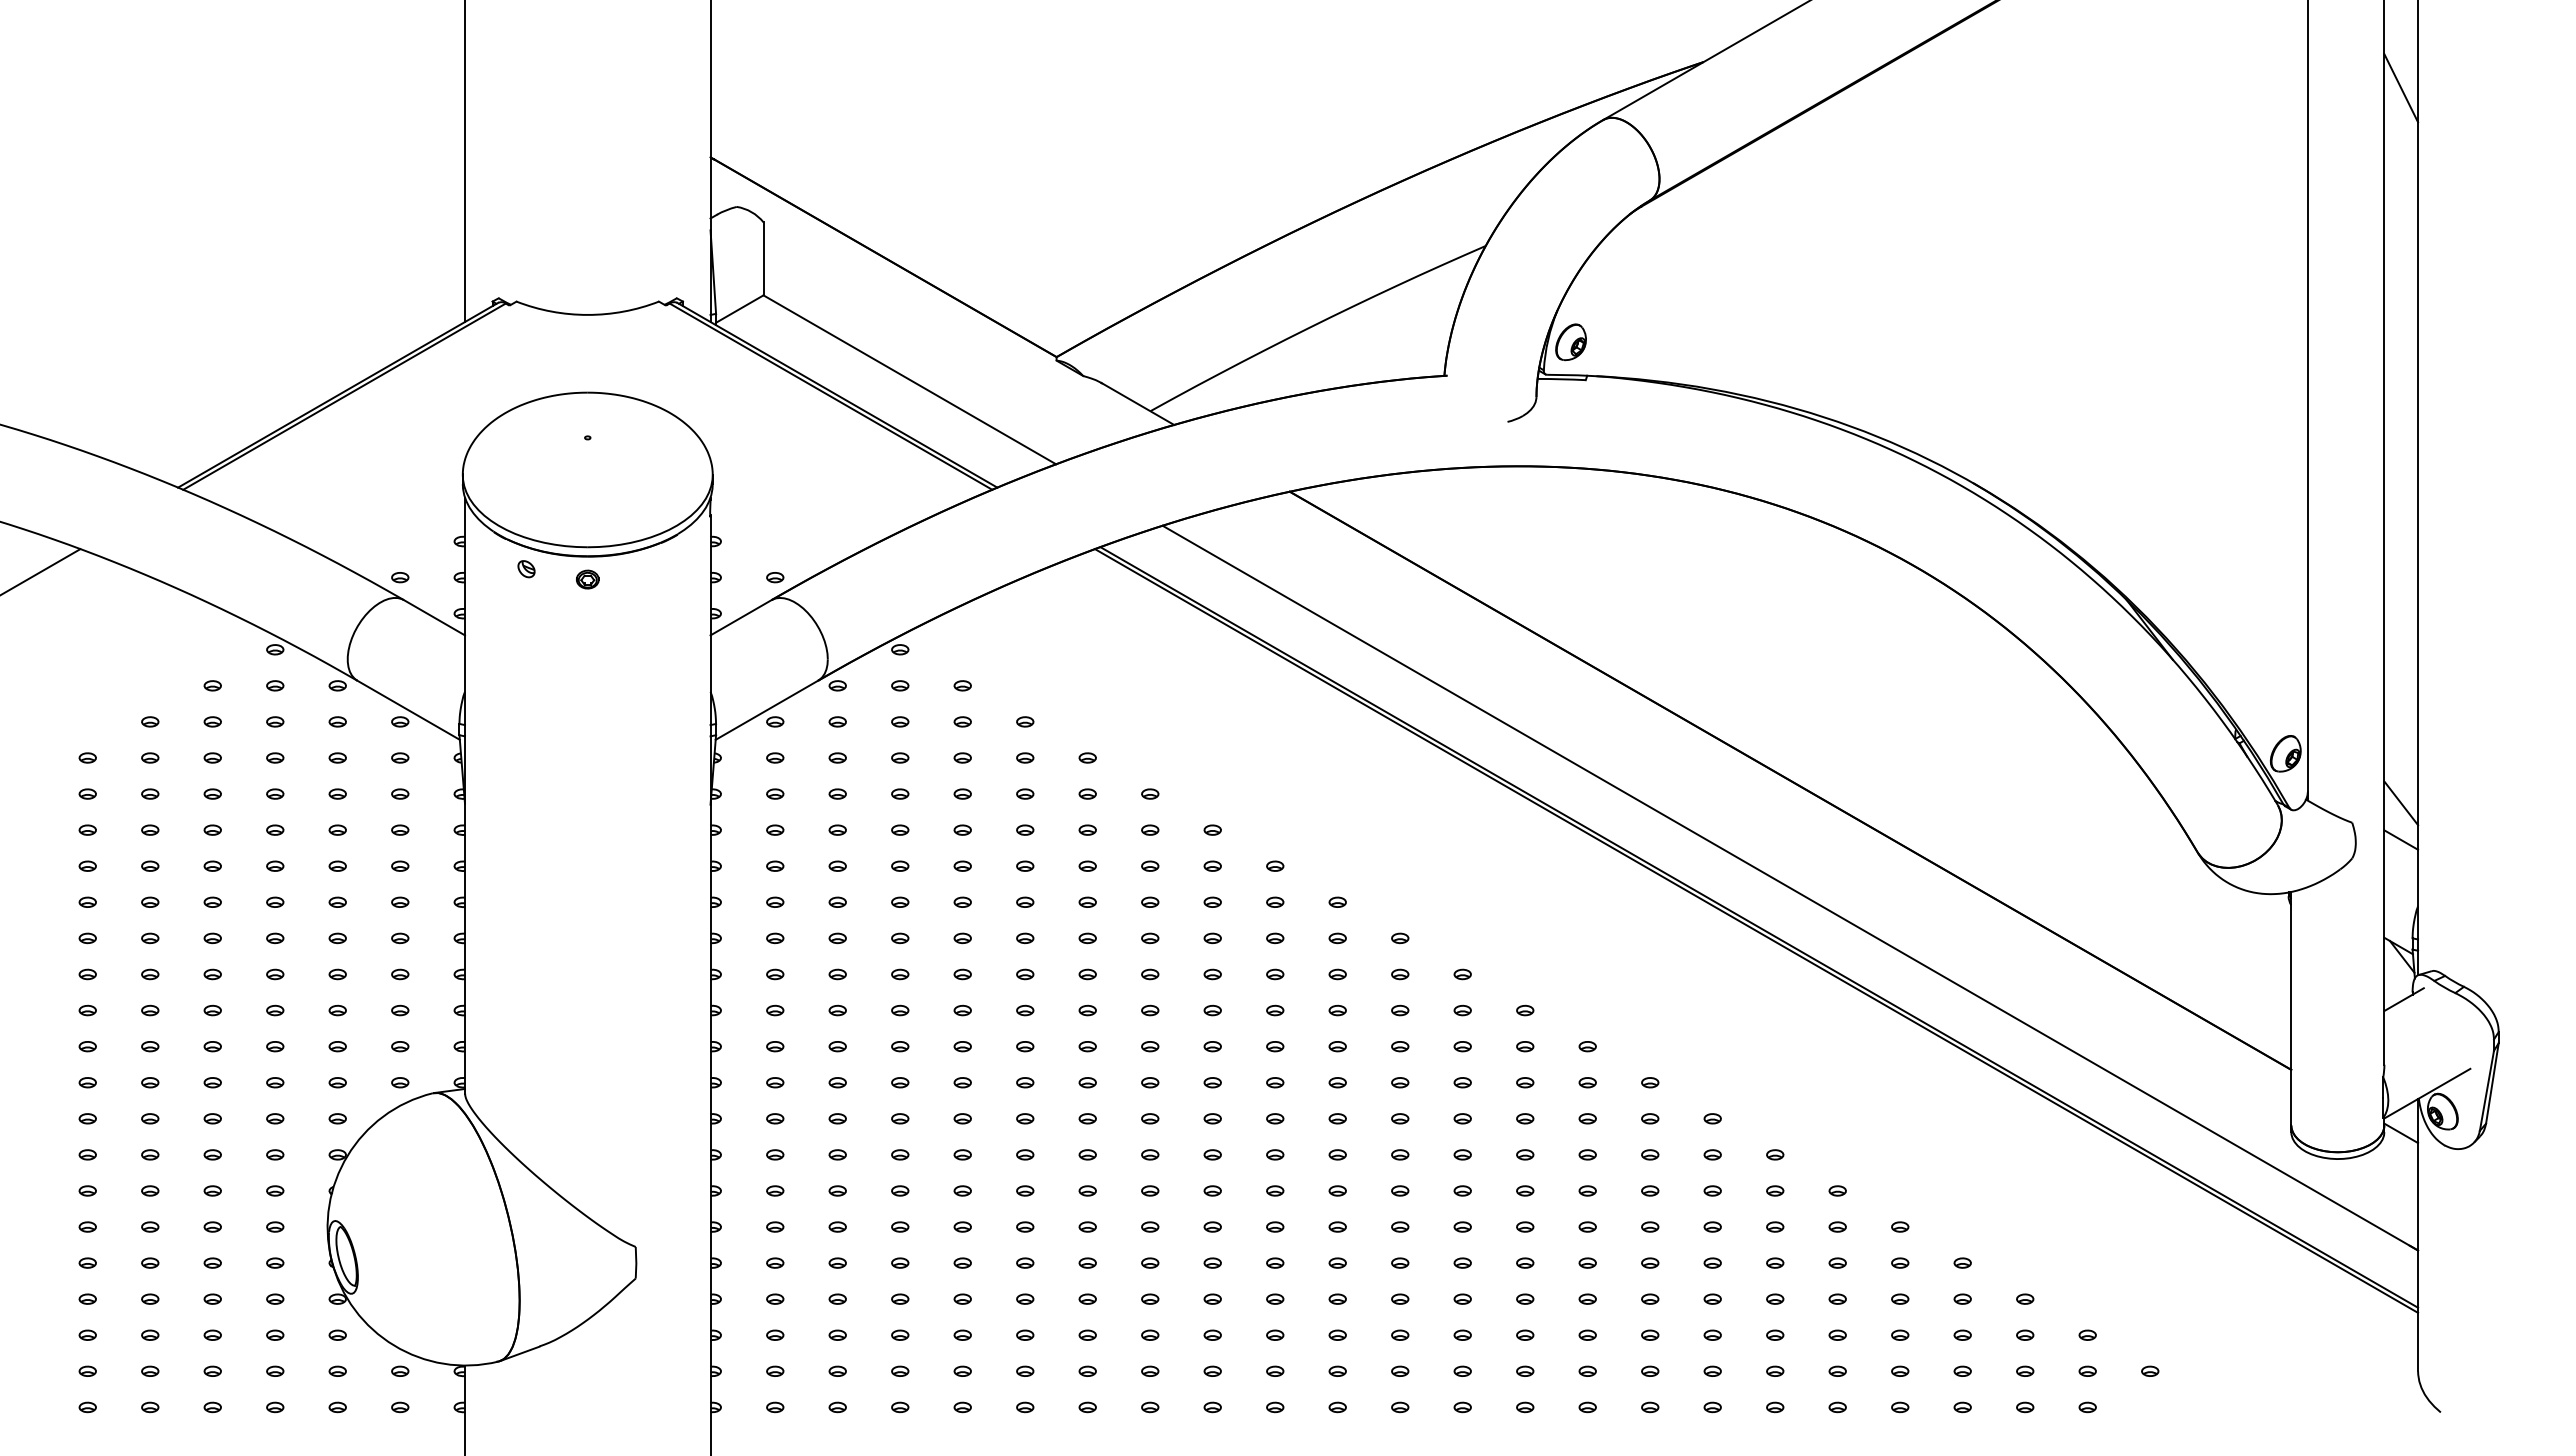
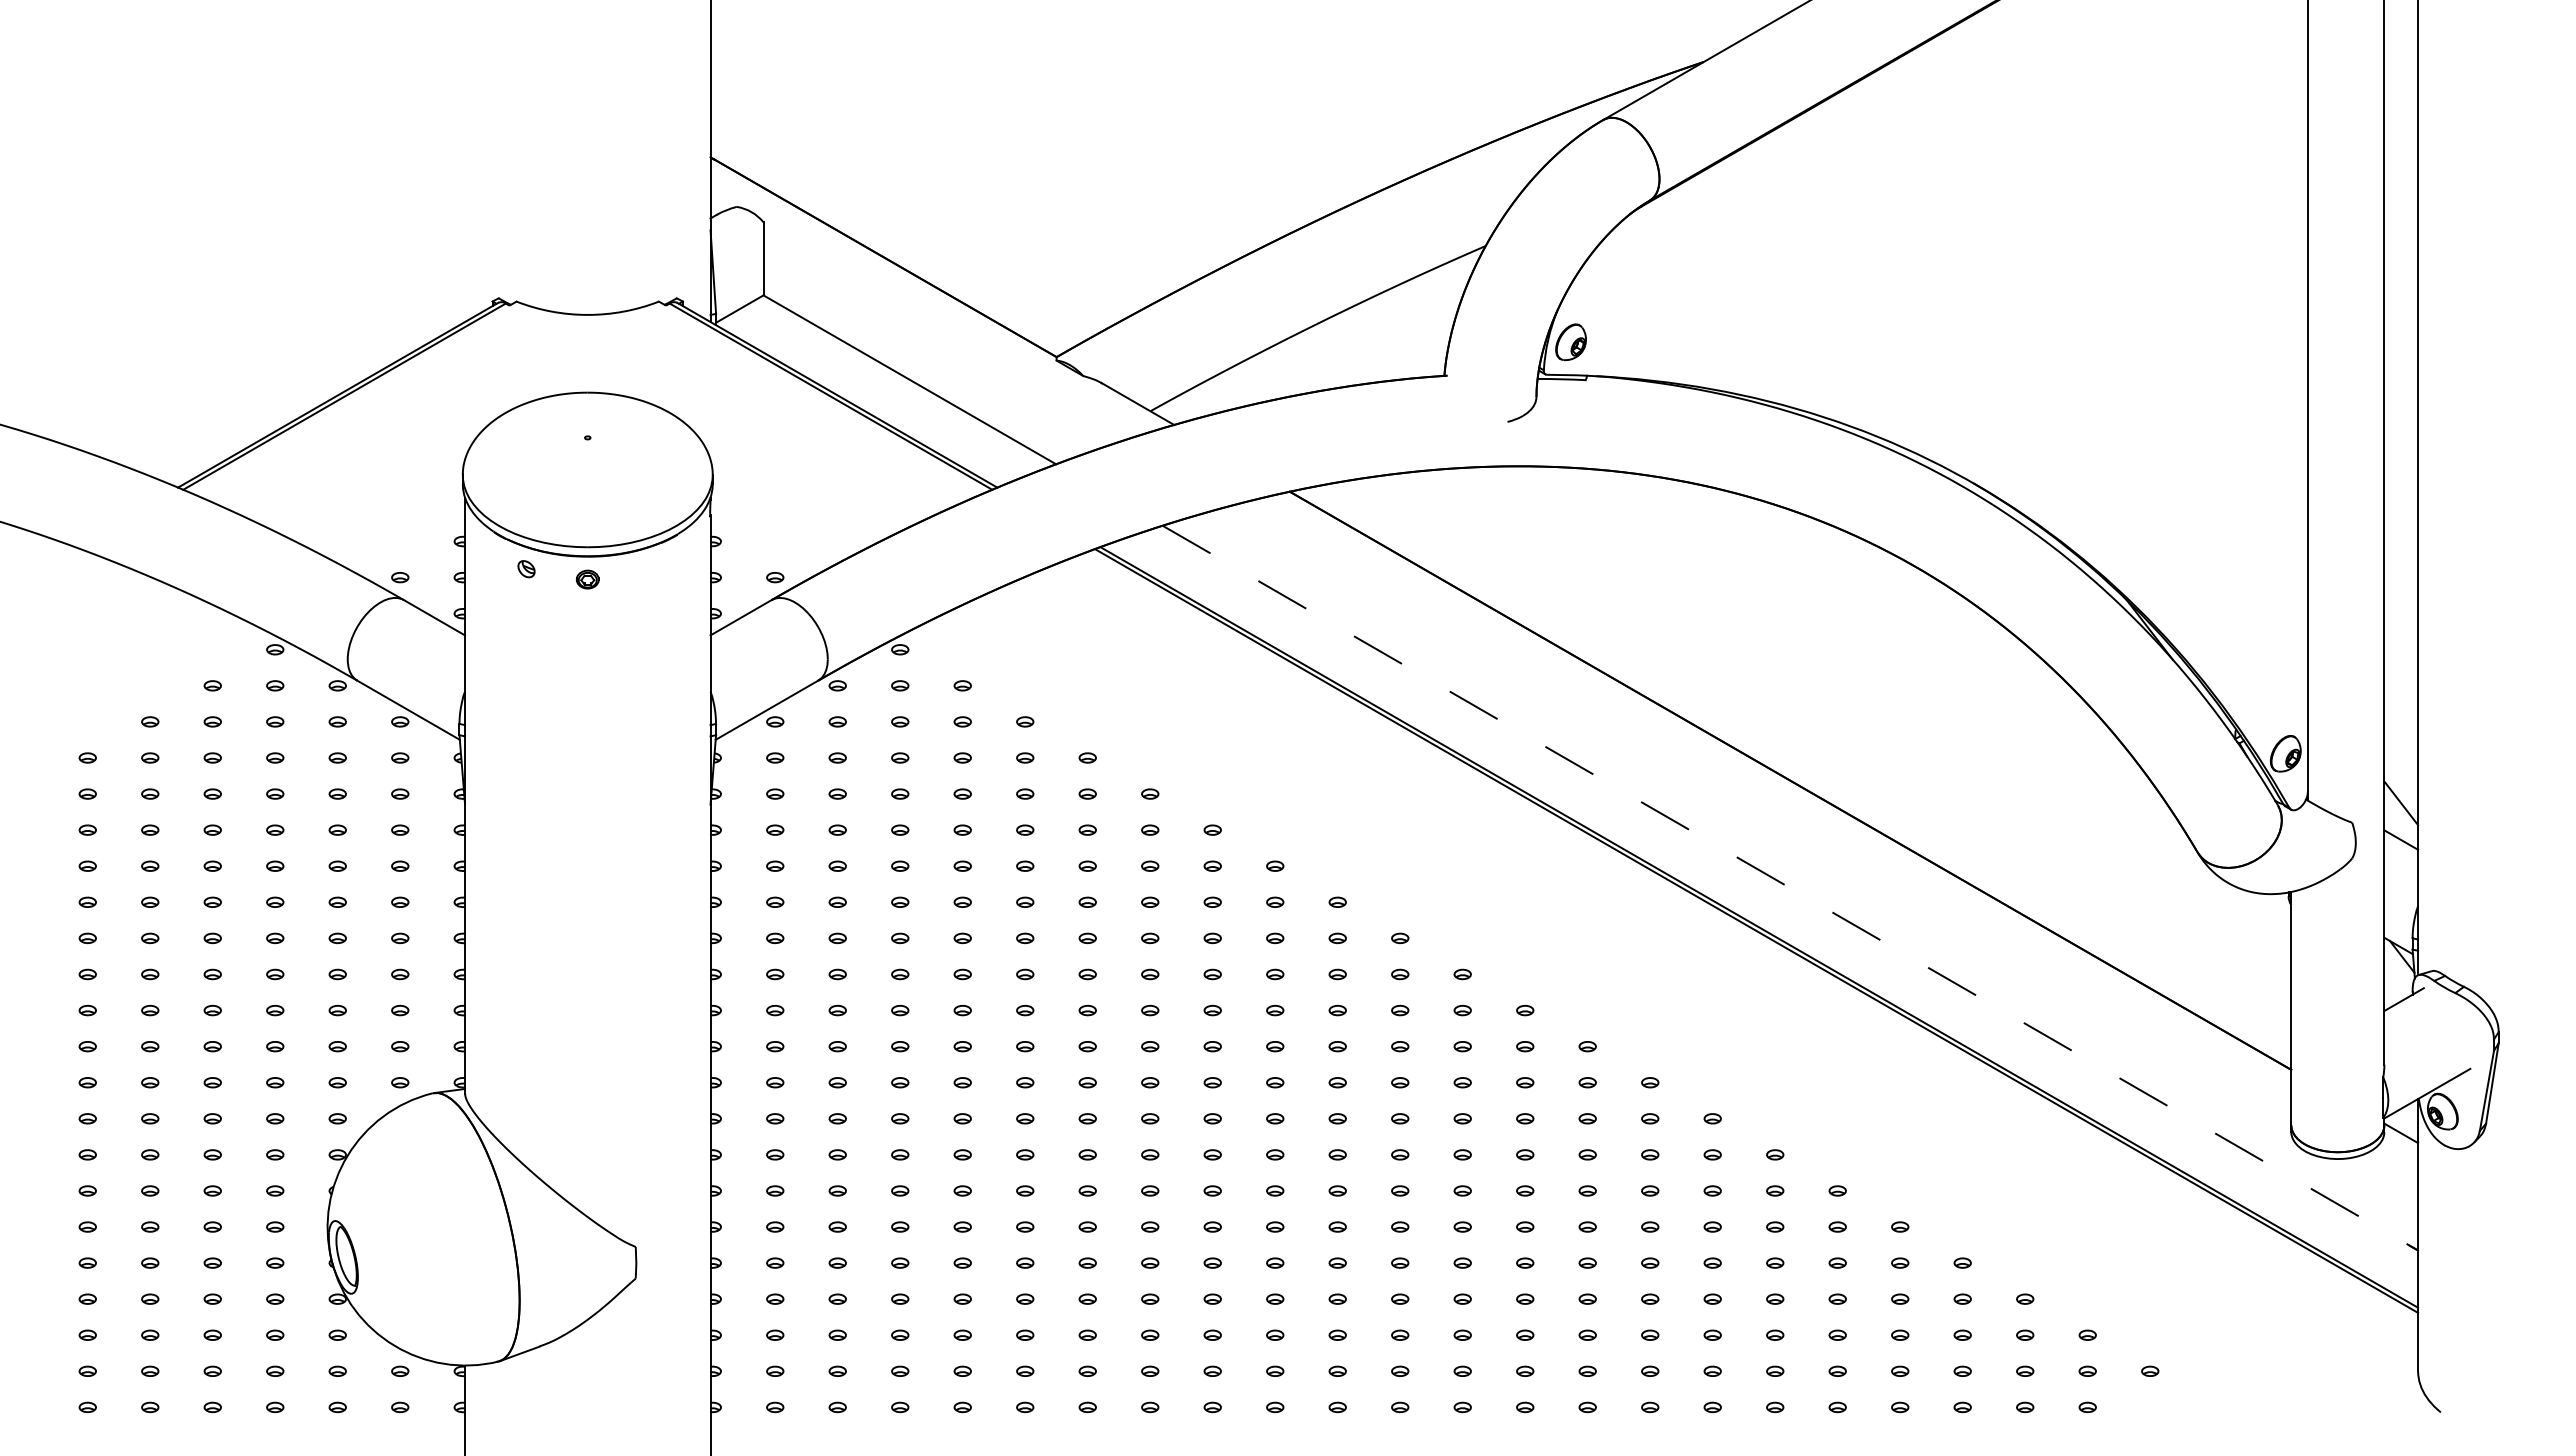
line at (2401, 88): present -> none
line at (465, 162): present -> none
line at (41, 571): present -> none
line at (1790, 888): solid -> dashed
